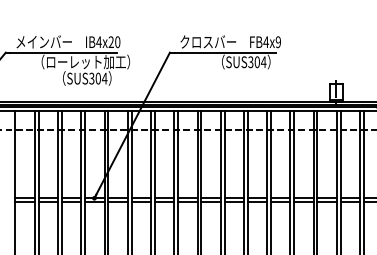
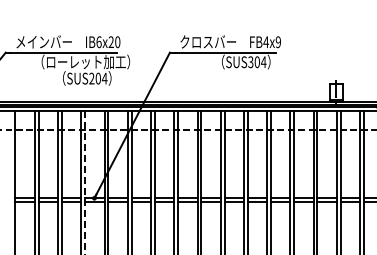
text at (98, 42): IB4x20 -> IB6x20
text at (91, 78): SUS304 -> SUS204
line at (85, 182): solid -> dashed
